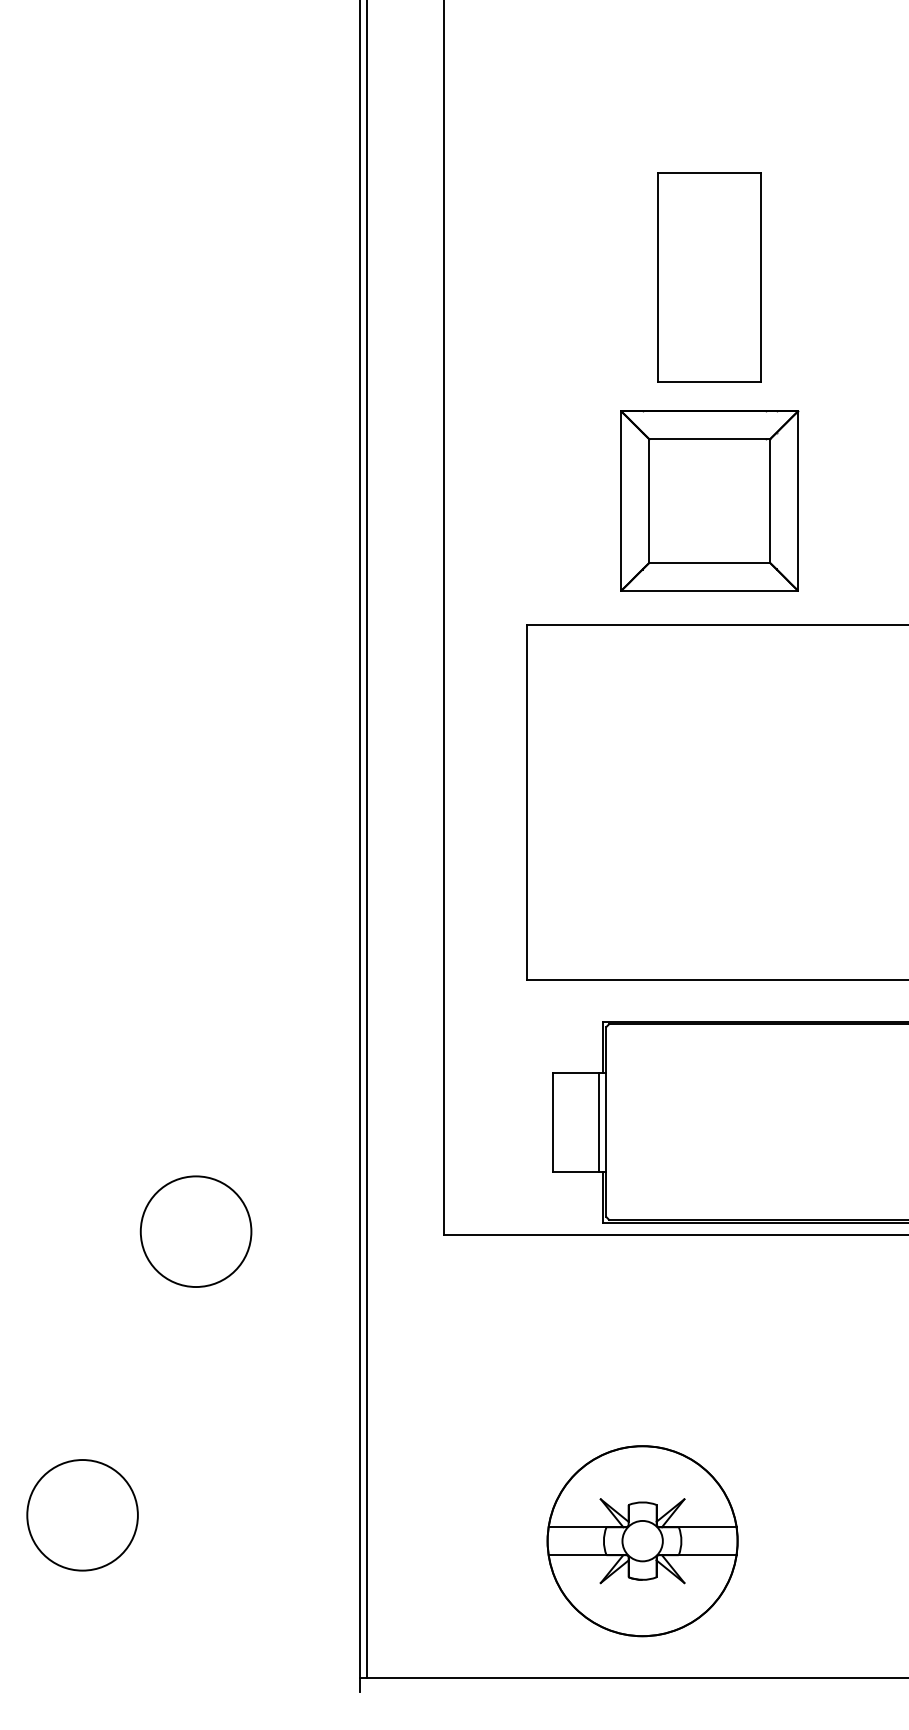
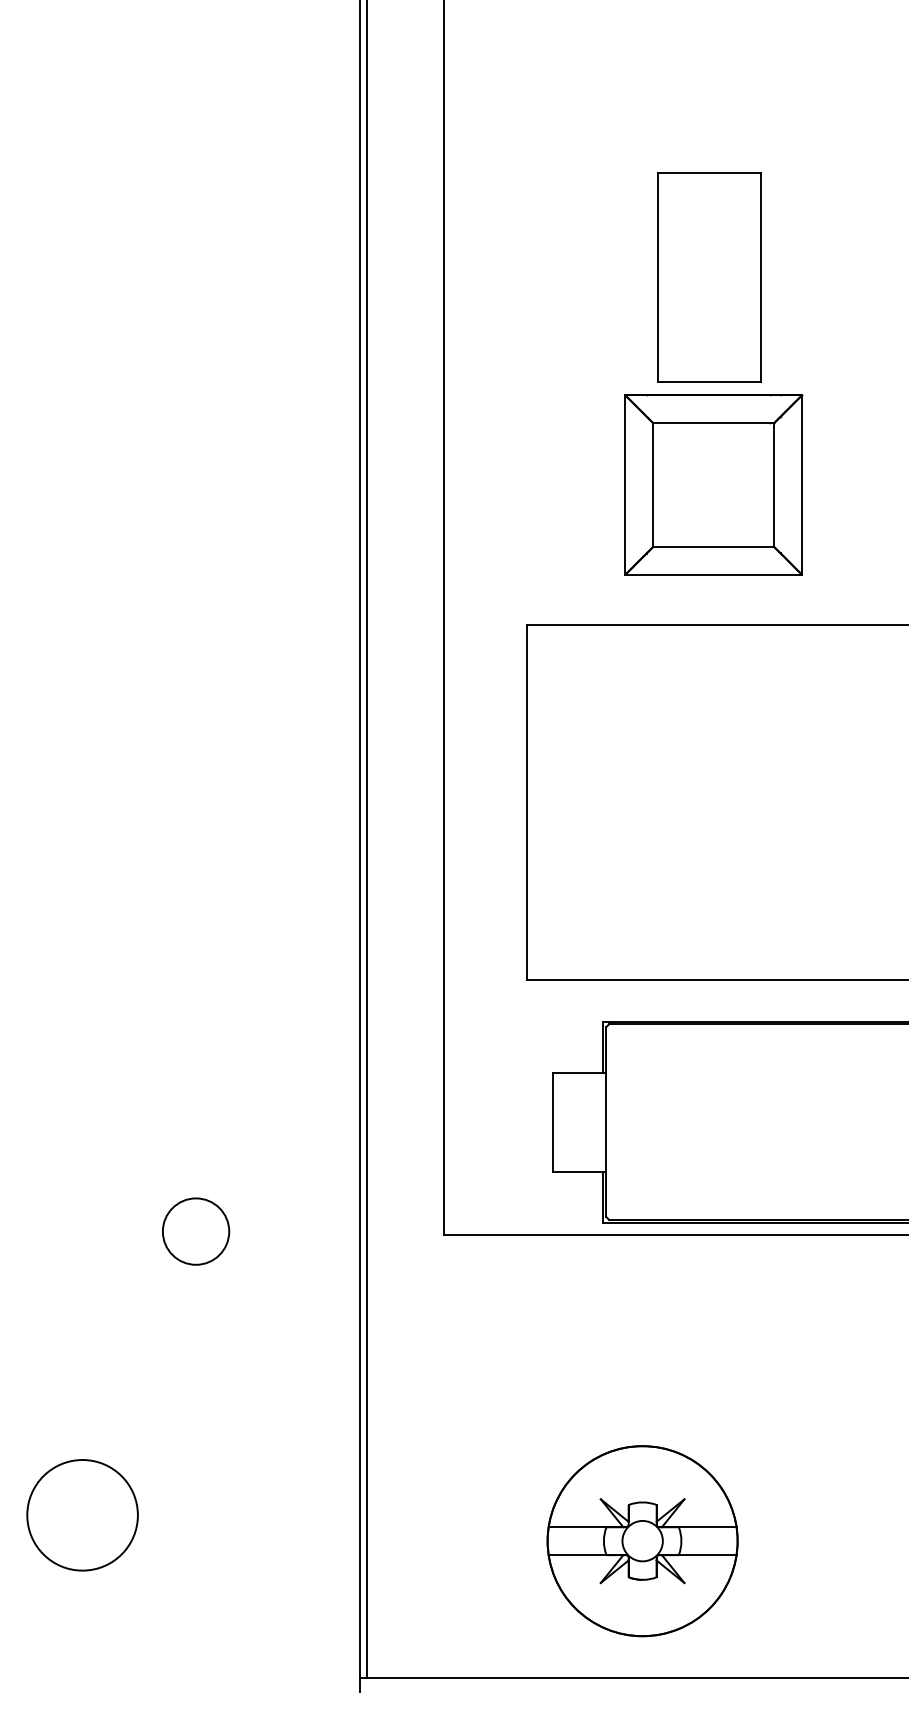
part at (709, 500) position: (709, 500) -> (713, 484)
line at (598, 1122): present -> none
circle at (195, 1231) size: 114x113 px -> 69x69 px
